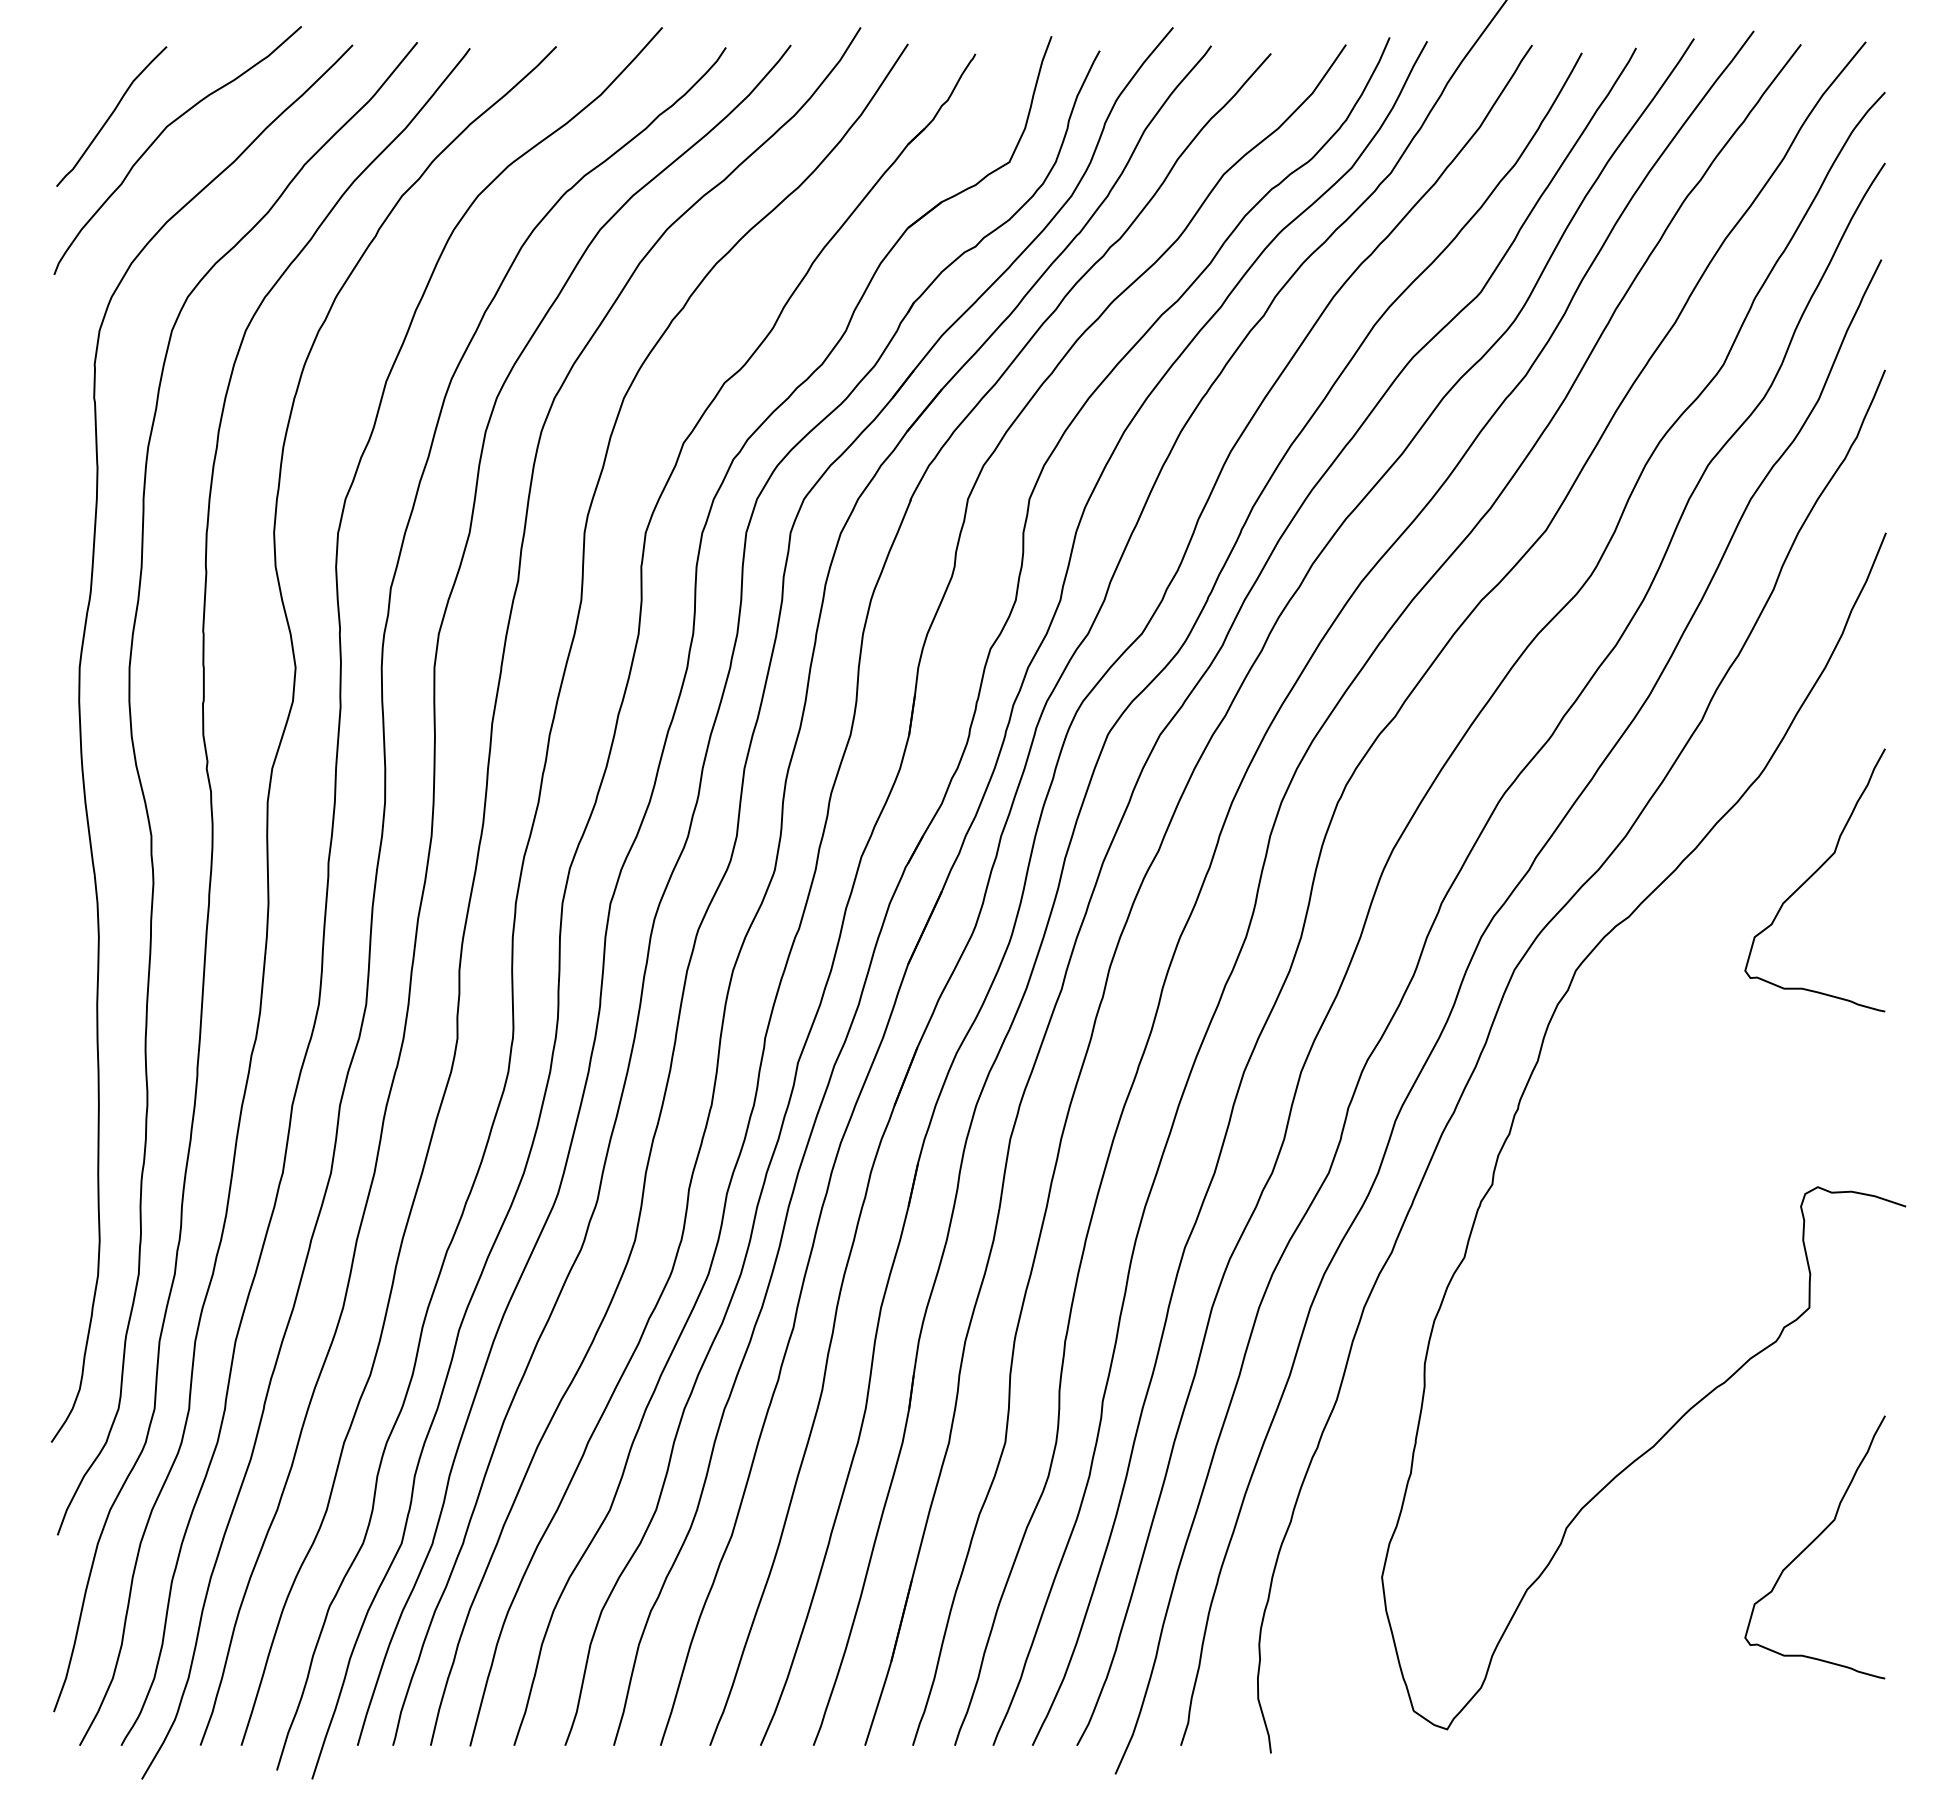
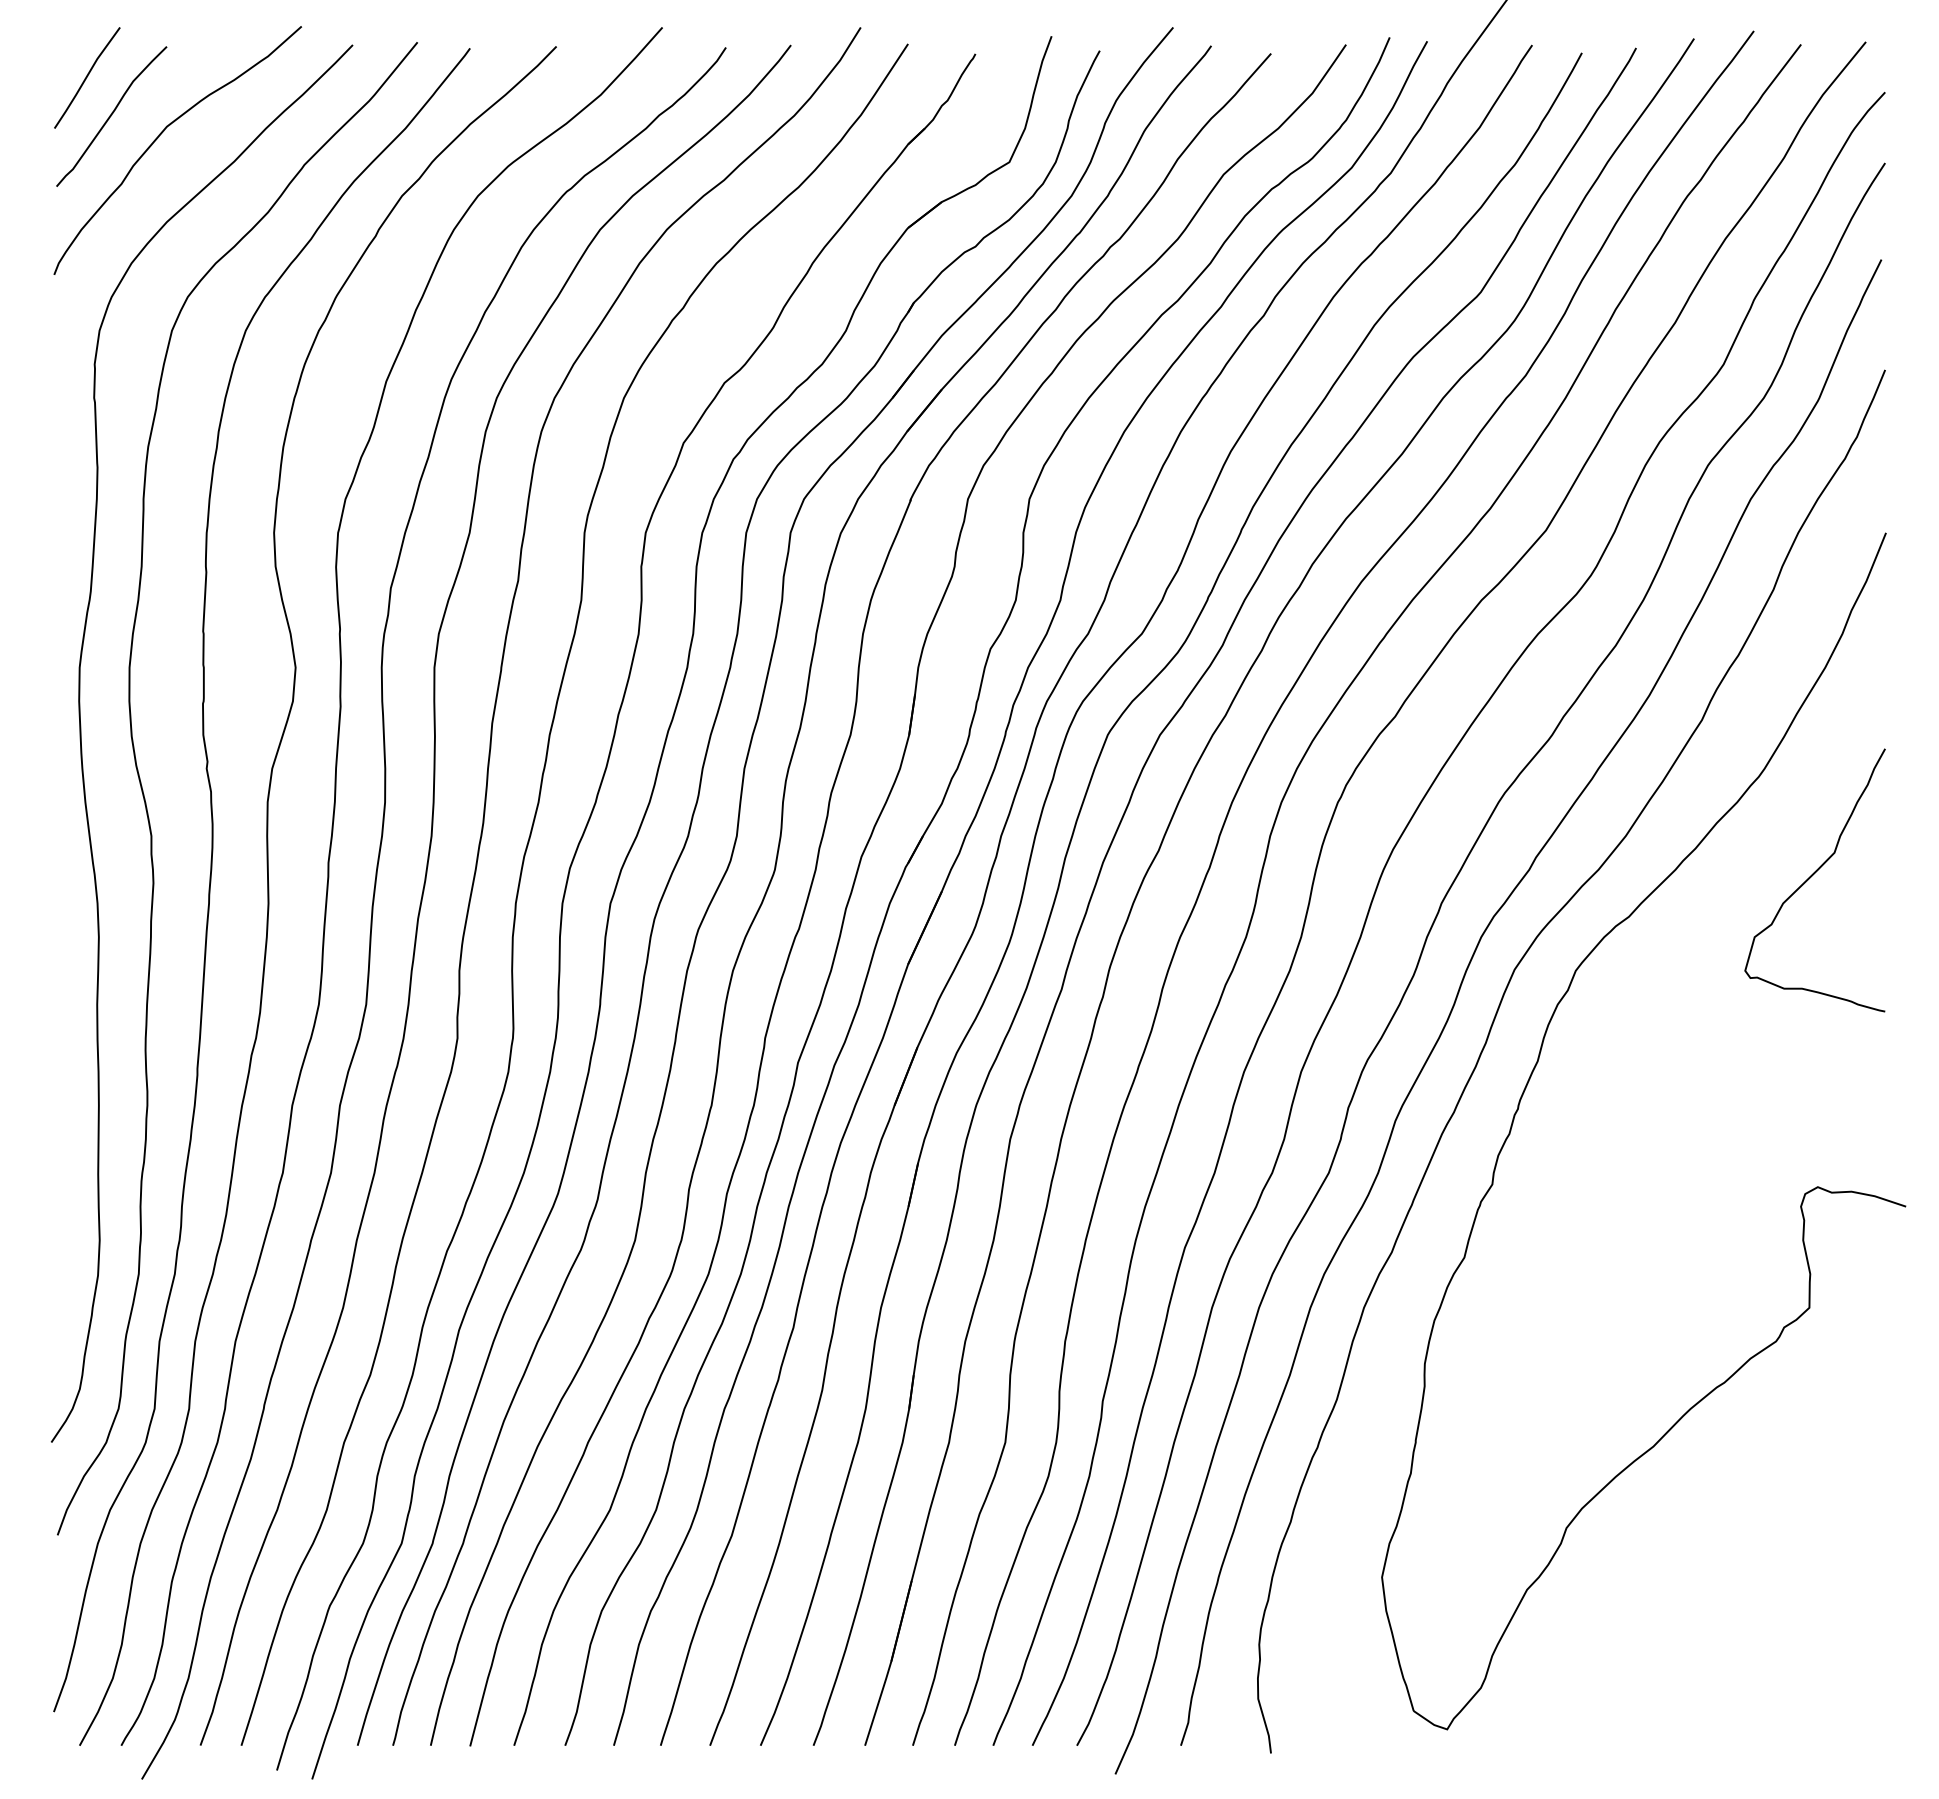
line at (87, 77): none -> present
curve at (1811, 1544): present -> none
